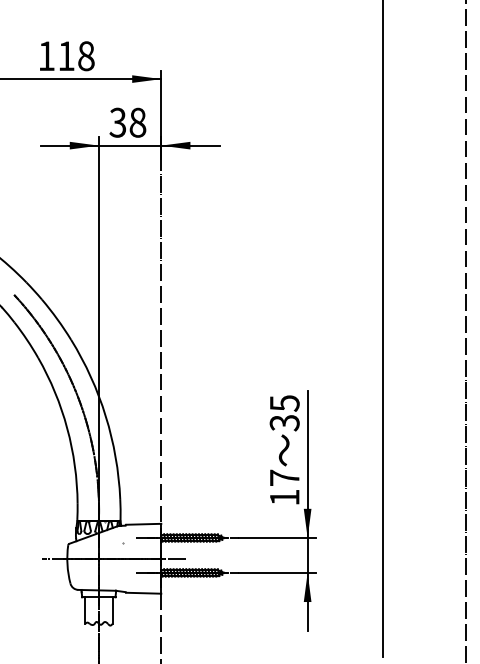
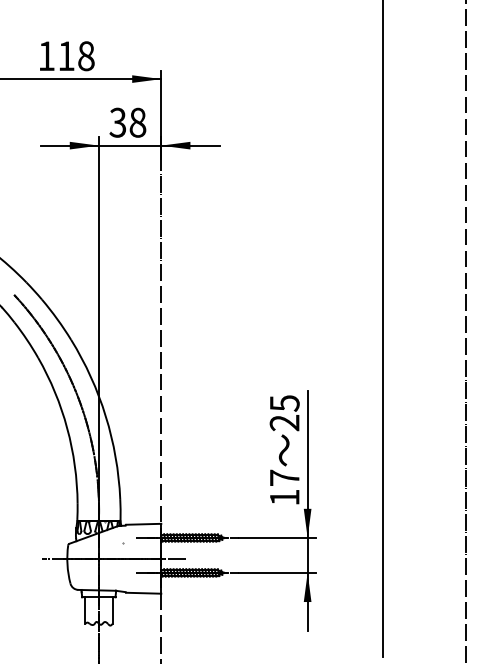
text at (284, 423): 35 -> 25
